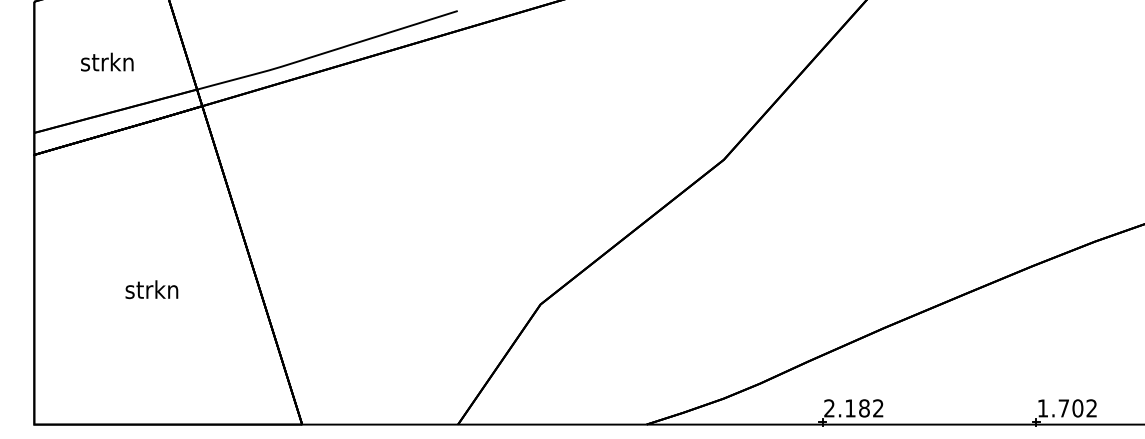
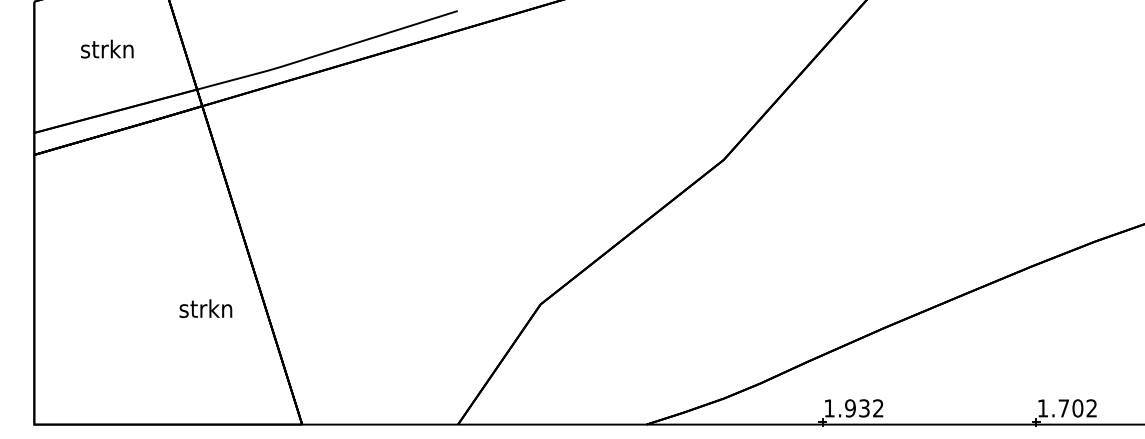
text at (107, 61) position: (107, 61) -> (107, 48)
text at (151, 289) position: (151, 289) -> (205, 308)
text at (846, 408): 2.182 -> 1.932
